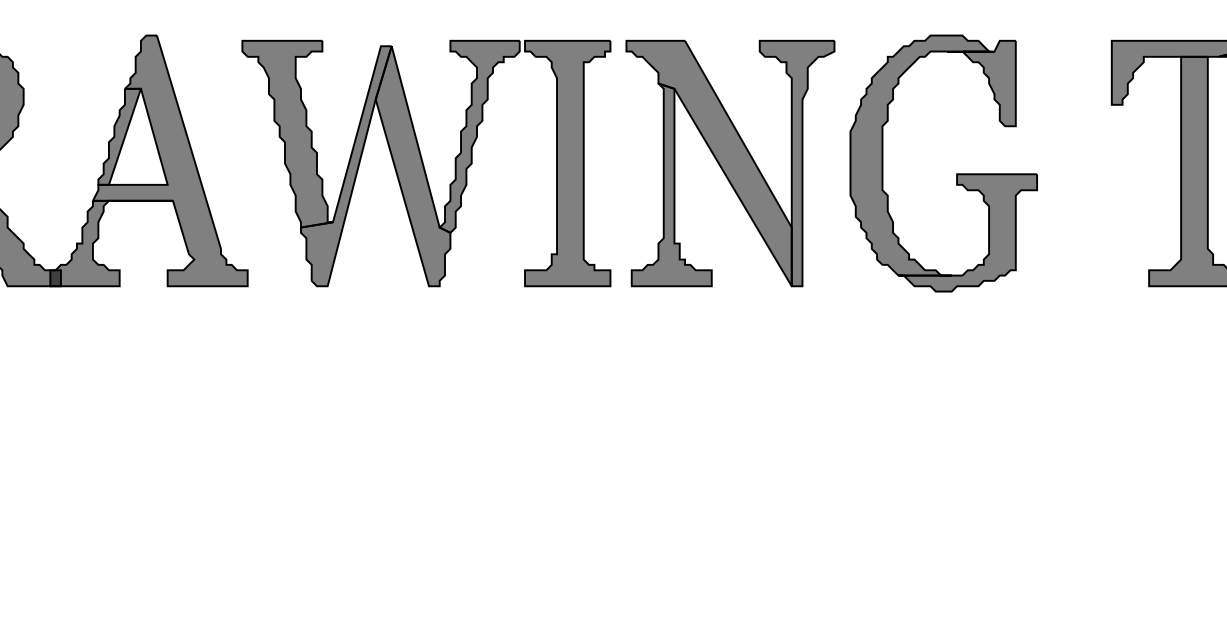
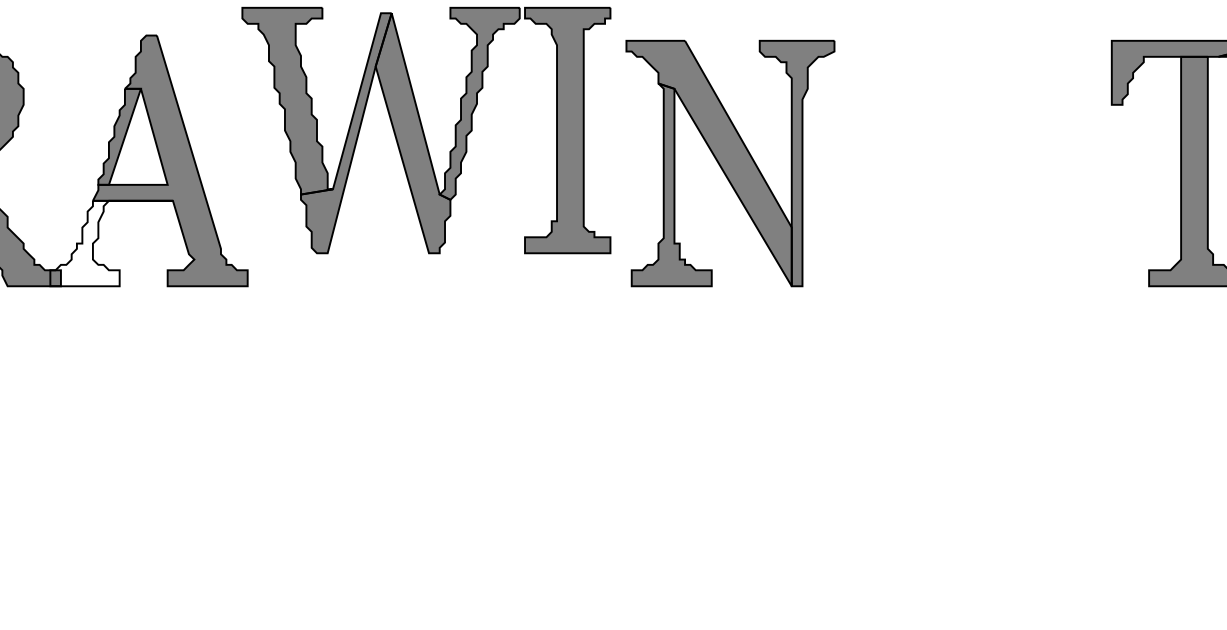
part at (426, 163) position: (426, 163) -> (426, 130)
part at (956, 173): present -> none
fill at (111, 243): present -> none
